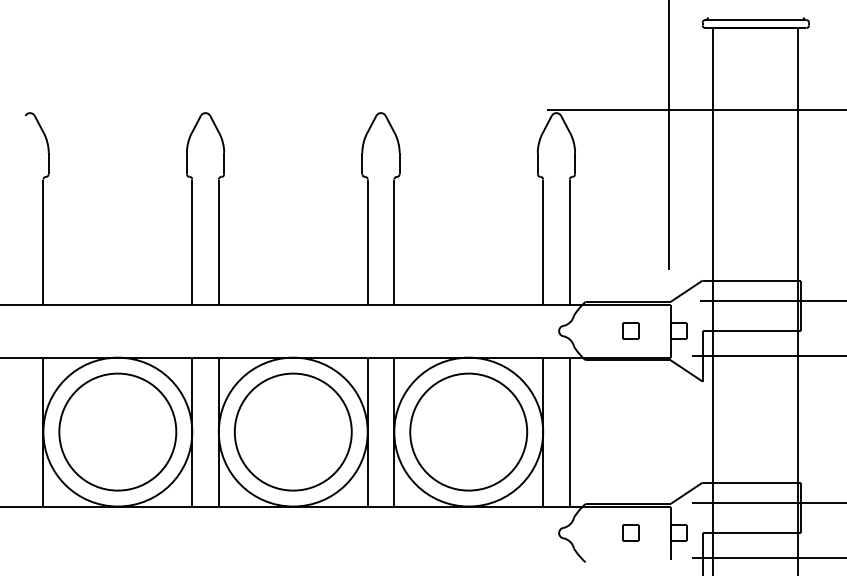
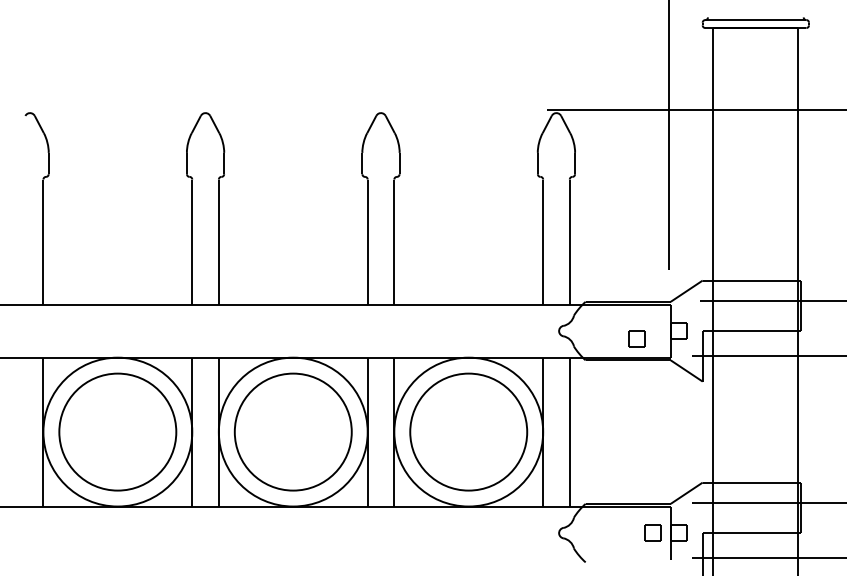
part at (630, 330) position: (630, 330) -> (636, 338)
part at (630, 532) position: (630, 532) -> (652, 532)
